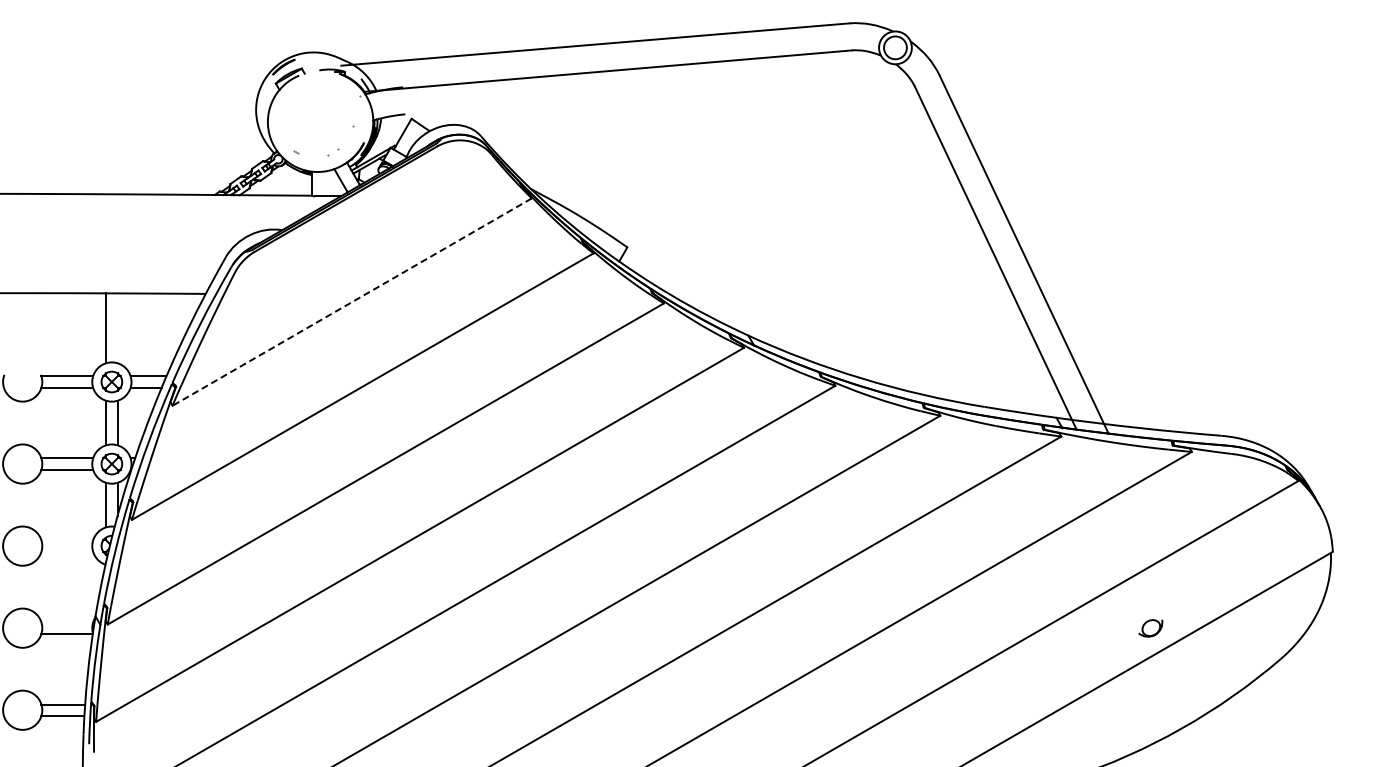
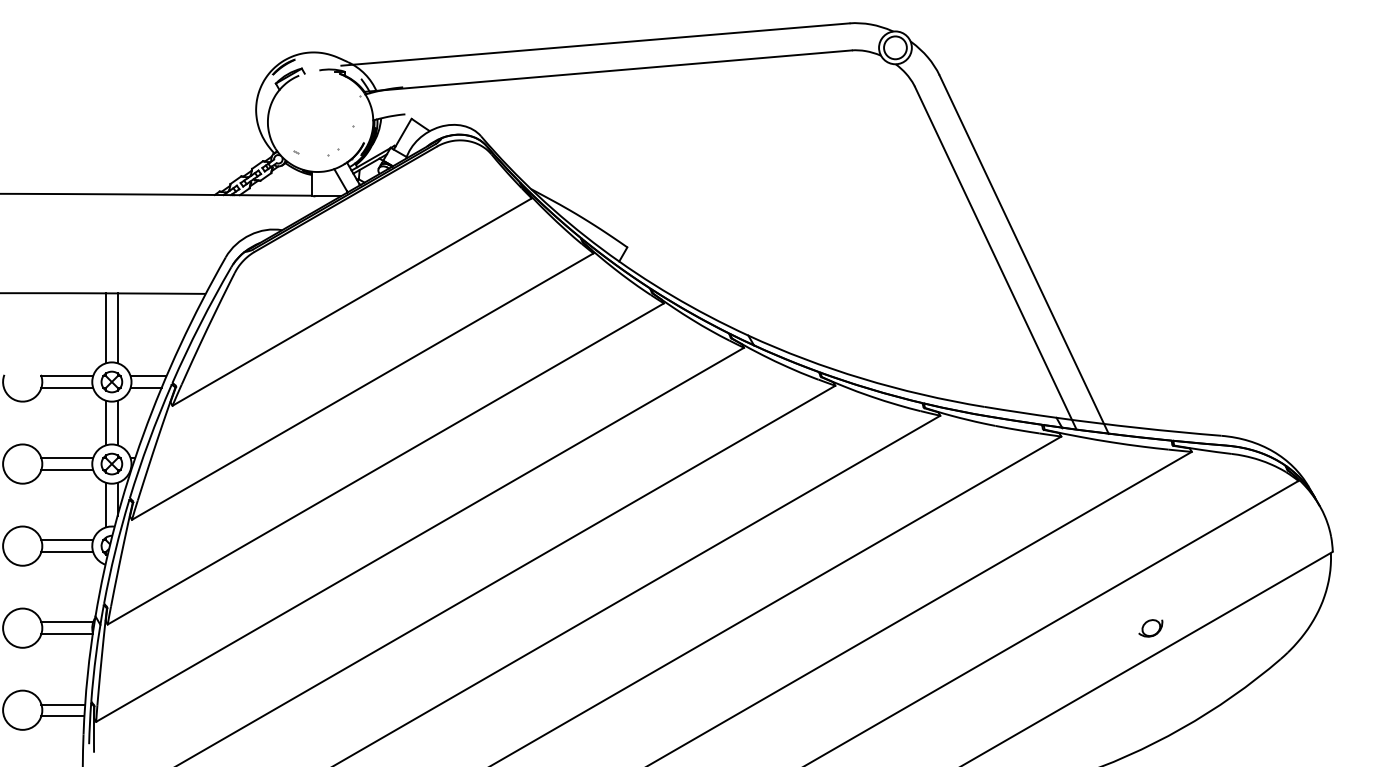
line at (351, 302): dashed -> solid
line at (117, 328): none -> present
line at (67, 540): none -> present
line at (67, 551): none -> present
line at (67, 622): none -> present
